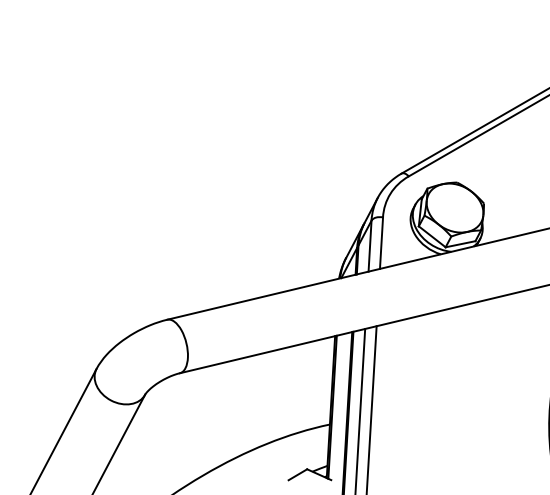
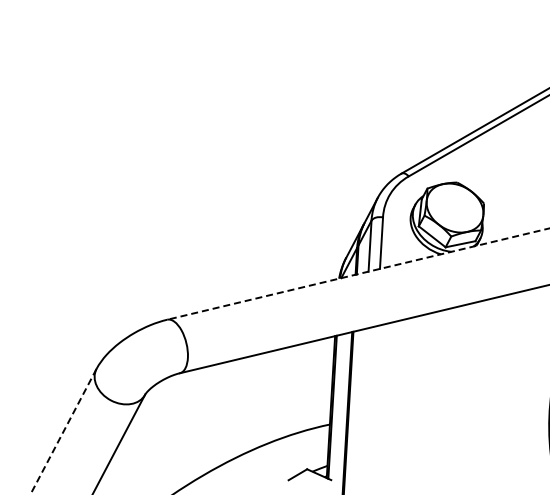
line at (357, 274): solid -> dashed
line at (371, 408): present -> none
line at (360, 409): present -> none
line at (63, 431): solid -> dashed
